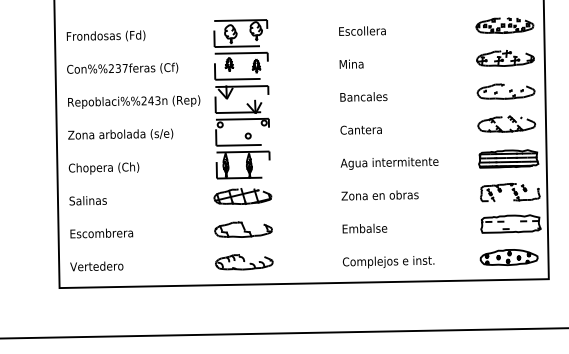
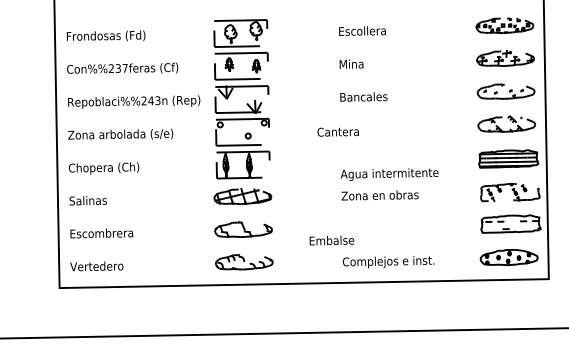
text at (360, 129) position: (360, 129) -> (337, 131)
text at (389, 163) position: (389, 163) -> (389, 174)
text at (364, 228) position: (364, 228) -> (331, 240)
